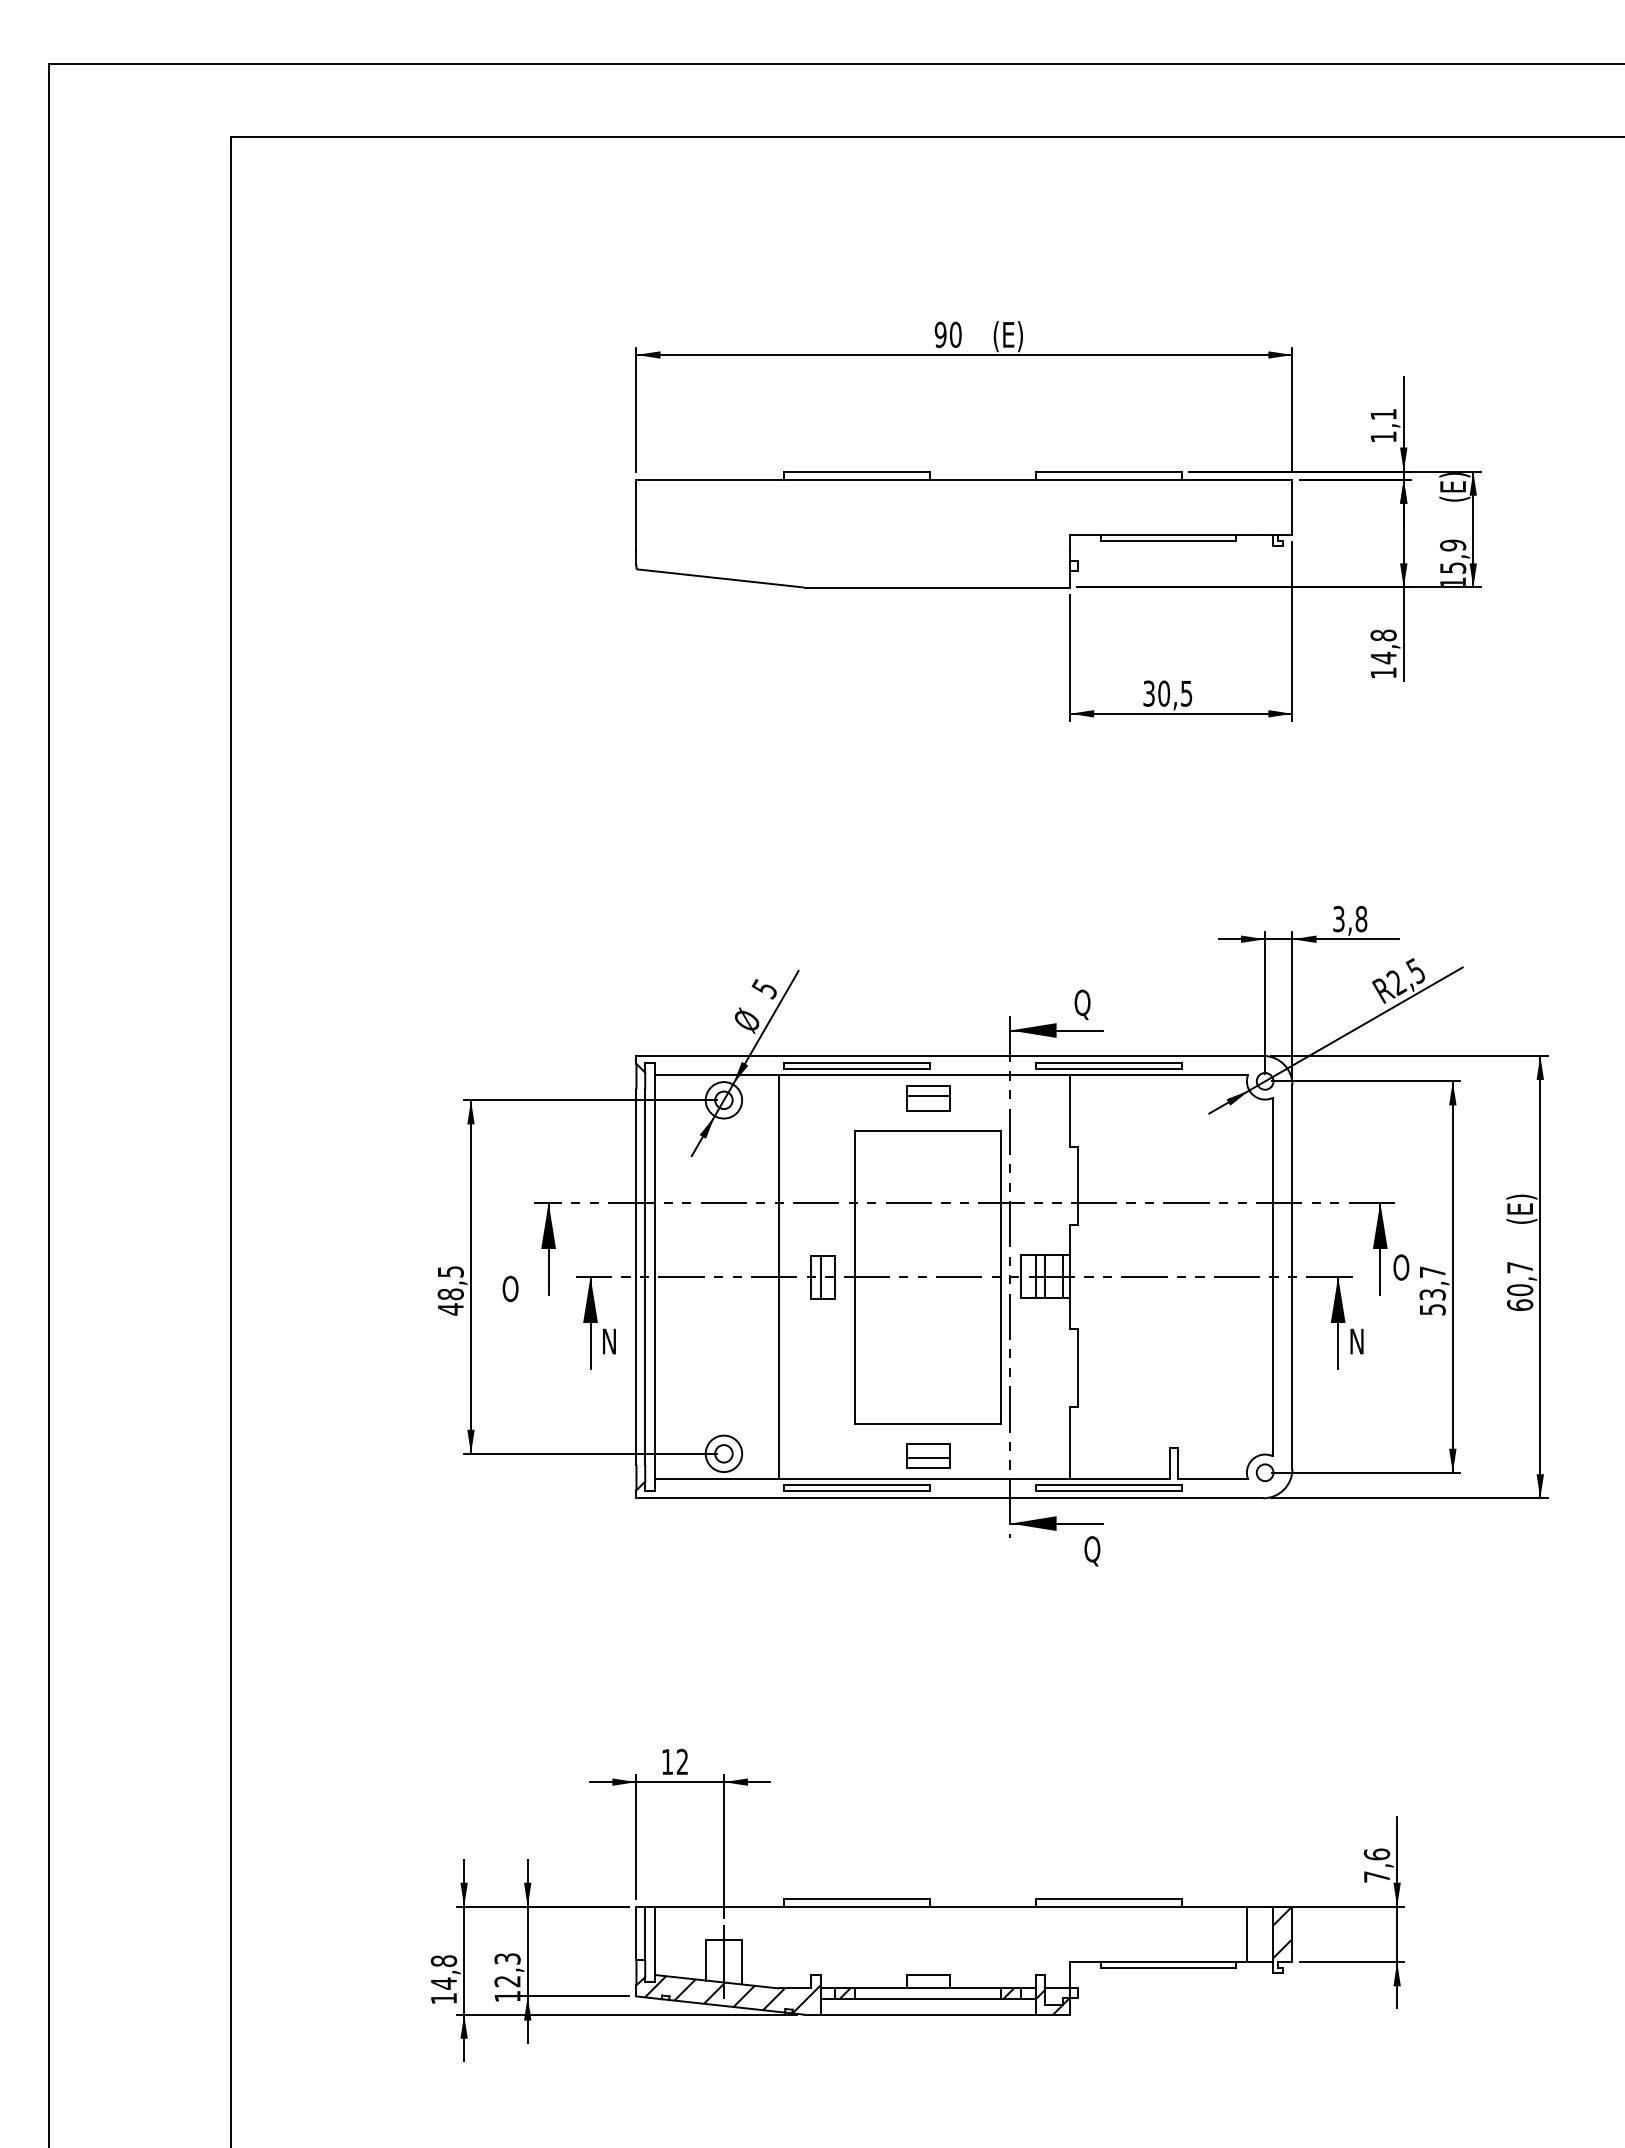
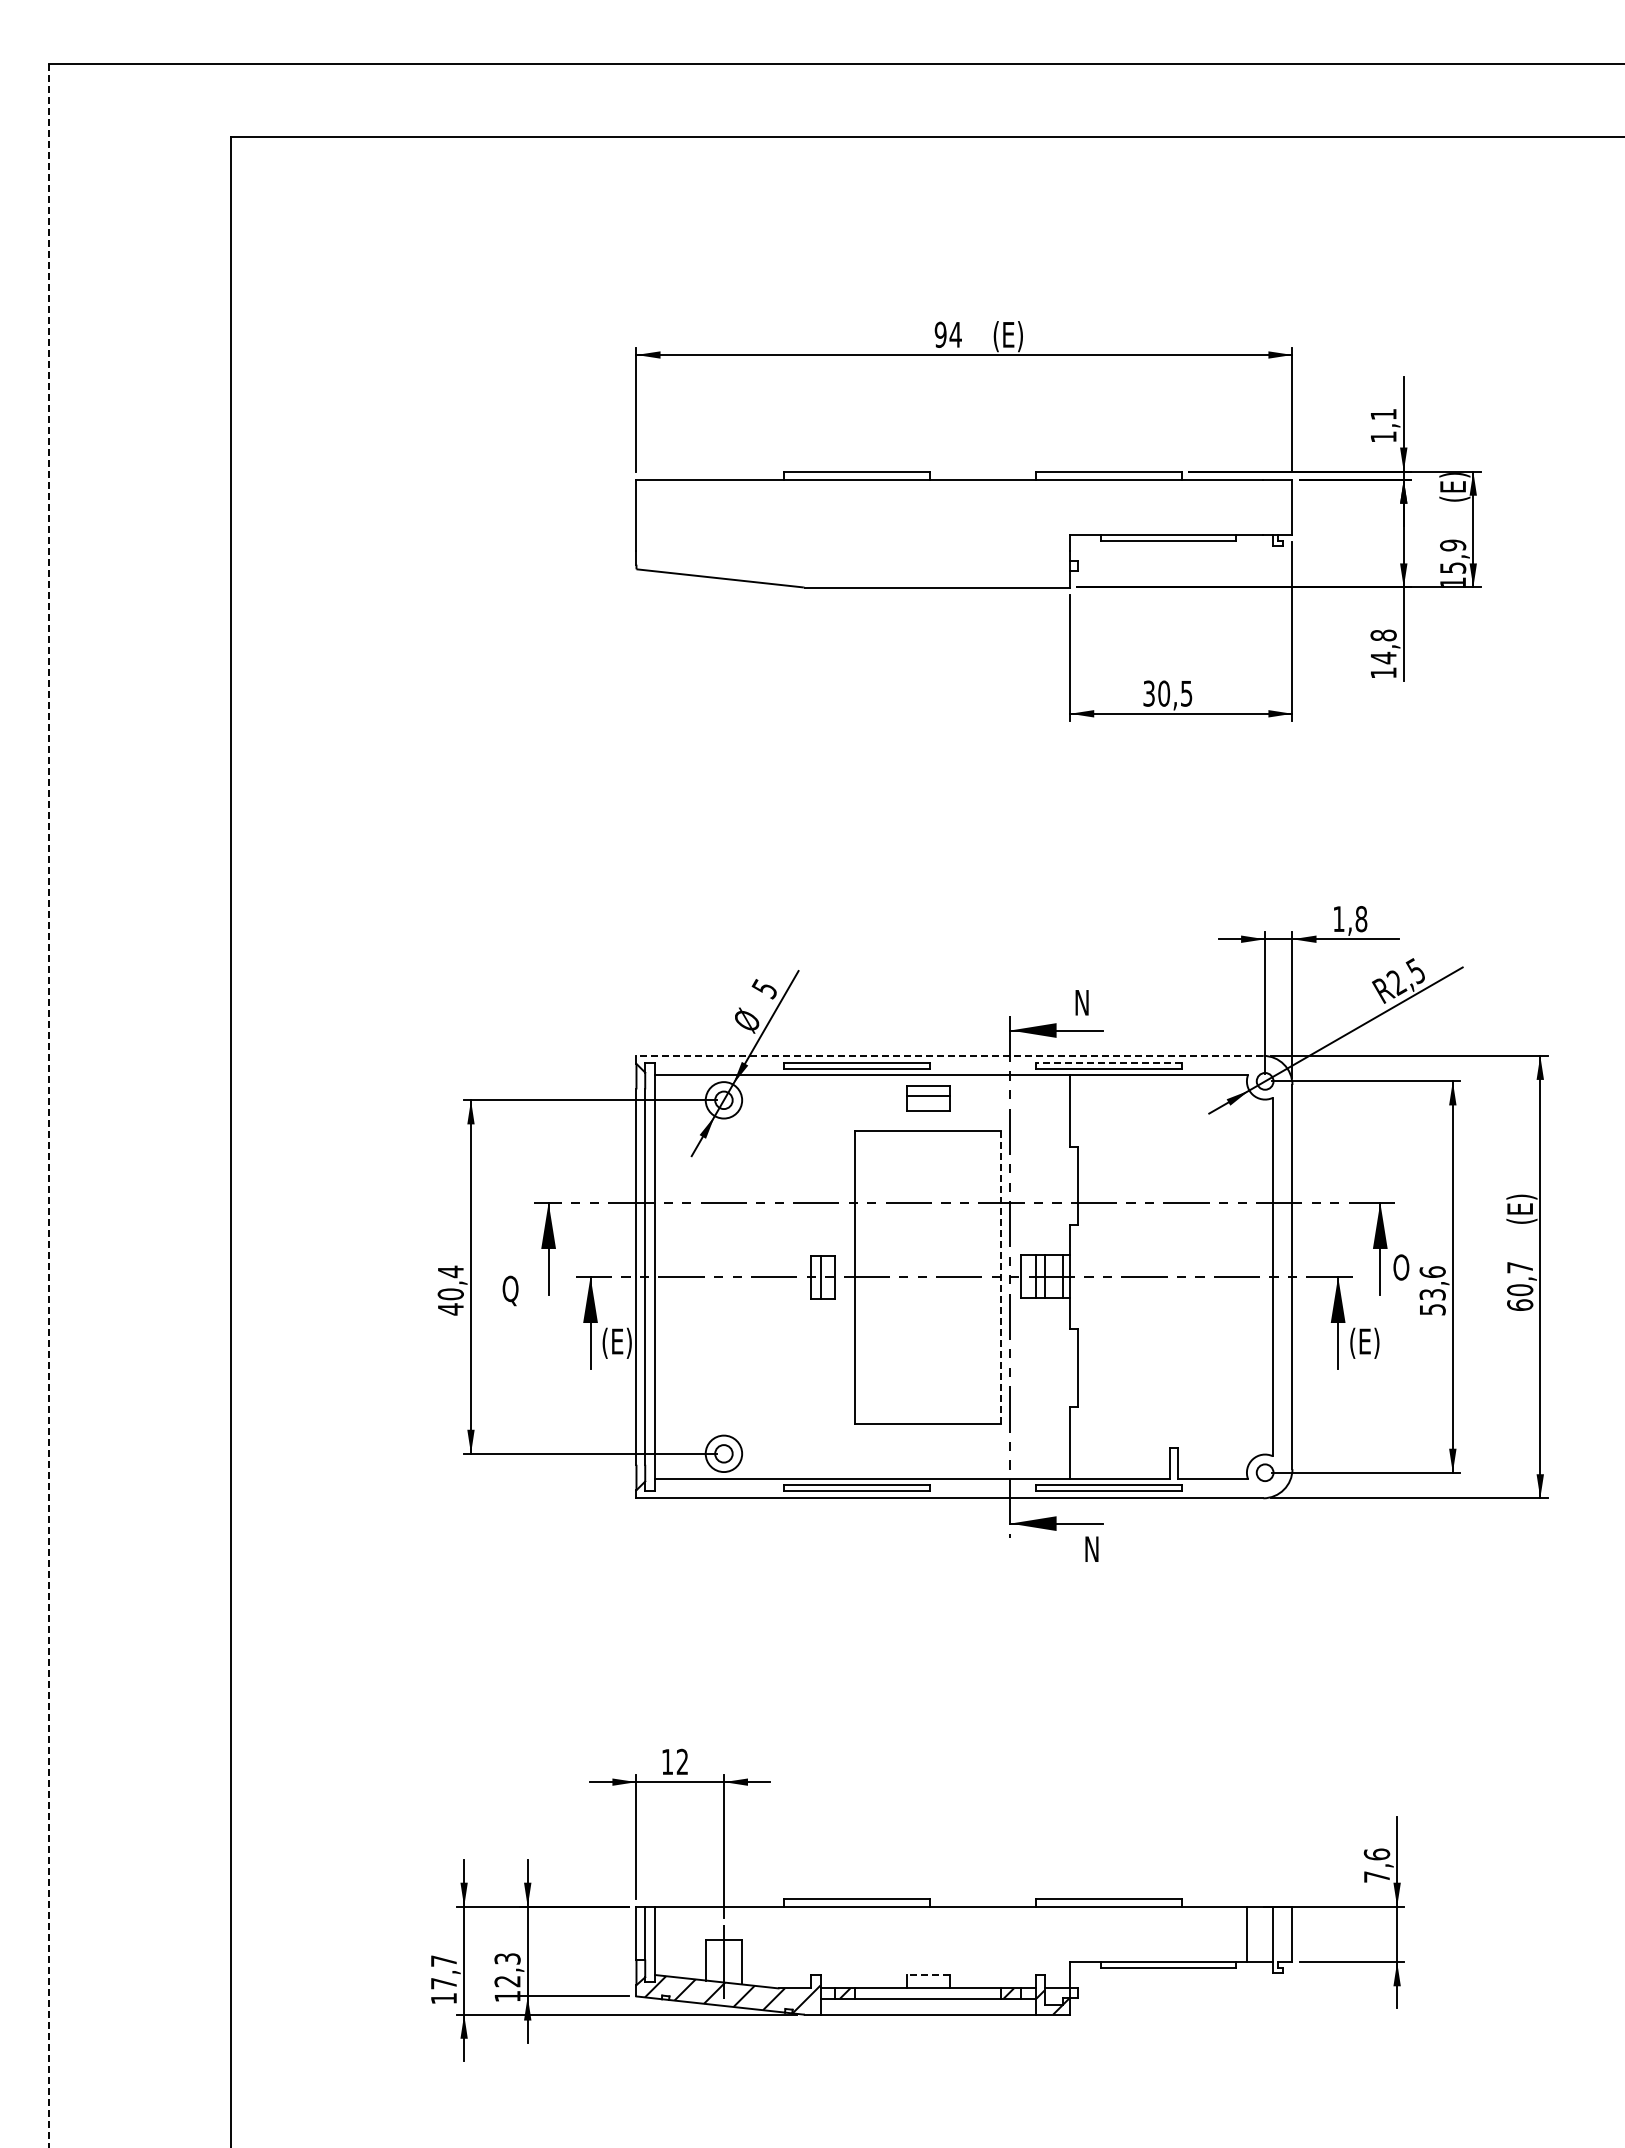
text at (955, 334): 90 -> 94
text at (1338, 919): 3,8 -> 1,8
text at (1082, 1004): Q -> N
line at (949, 1055): solid -> dashed
line at (1108, 1062): solid -> dashed
line at (48, 1105): solid -> dashed
text at (1432, 1271): 53,7 -> 53,6
line at (778, 1276): present -> none
line at (1000, 1277): solid -> dashed
text at (450, 1282): 48,5 -> 40,4
text at (514, 1300): O -> Q
text at (616, 1342): N -> (E)
text at (1364, 1342): N -> (E)
part at (928, 1455): present -> none
text at (1092, 1551): Q -> N
hatch at (1282, 1932): present -> none
text at (443, 1972): 14,8 -> 17,7
line at (928, 1974): solid -> dashed
